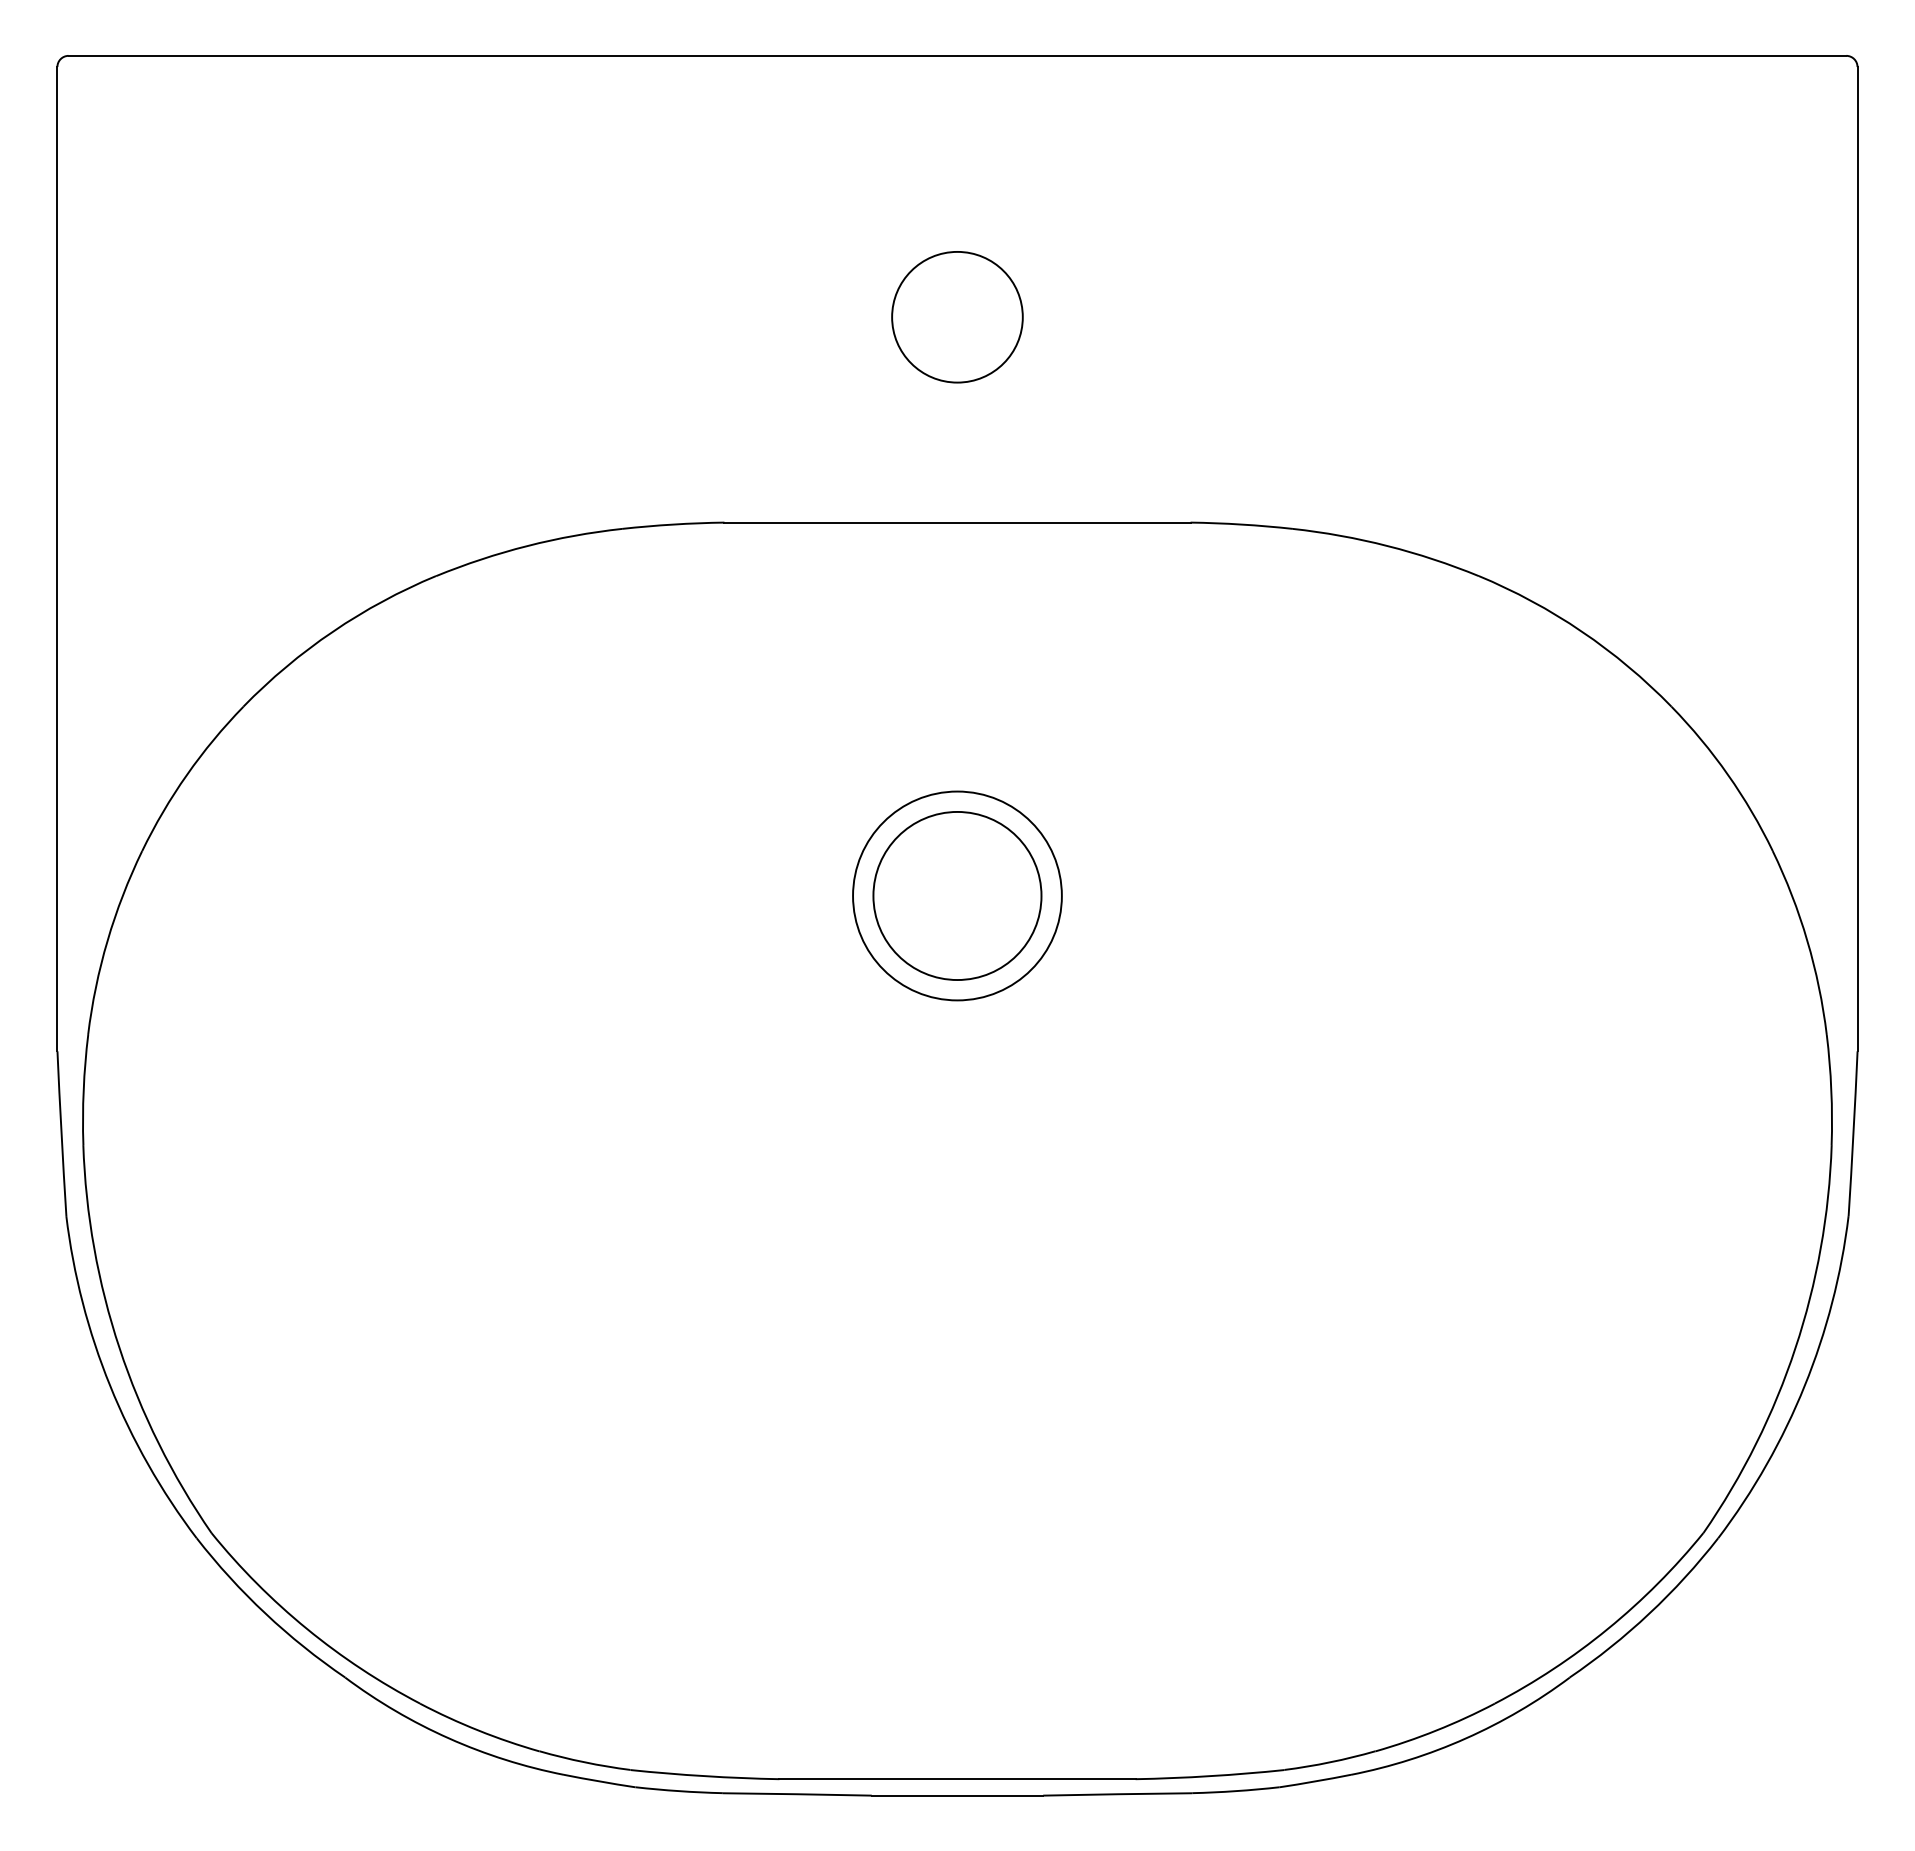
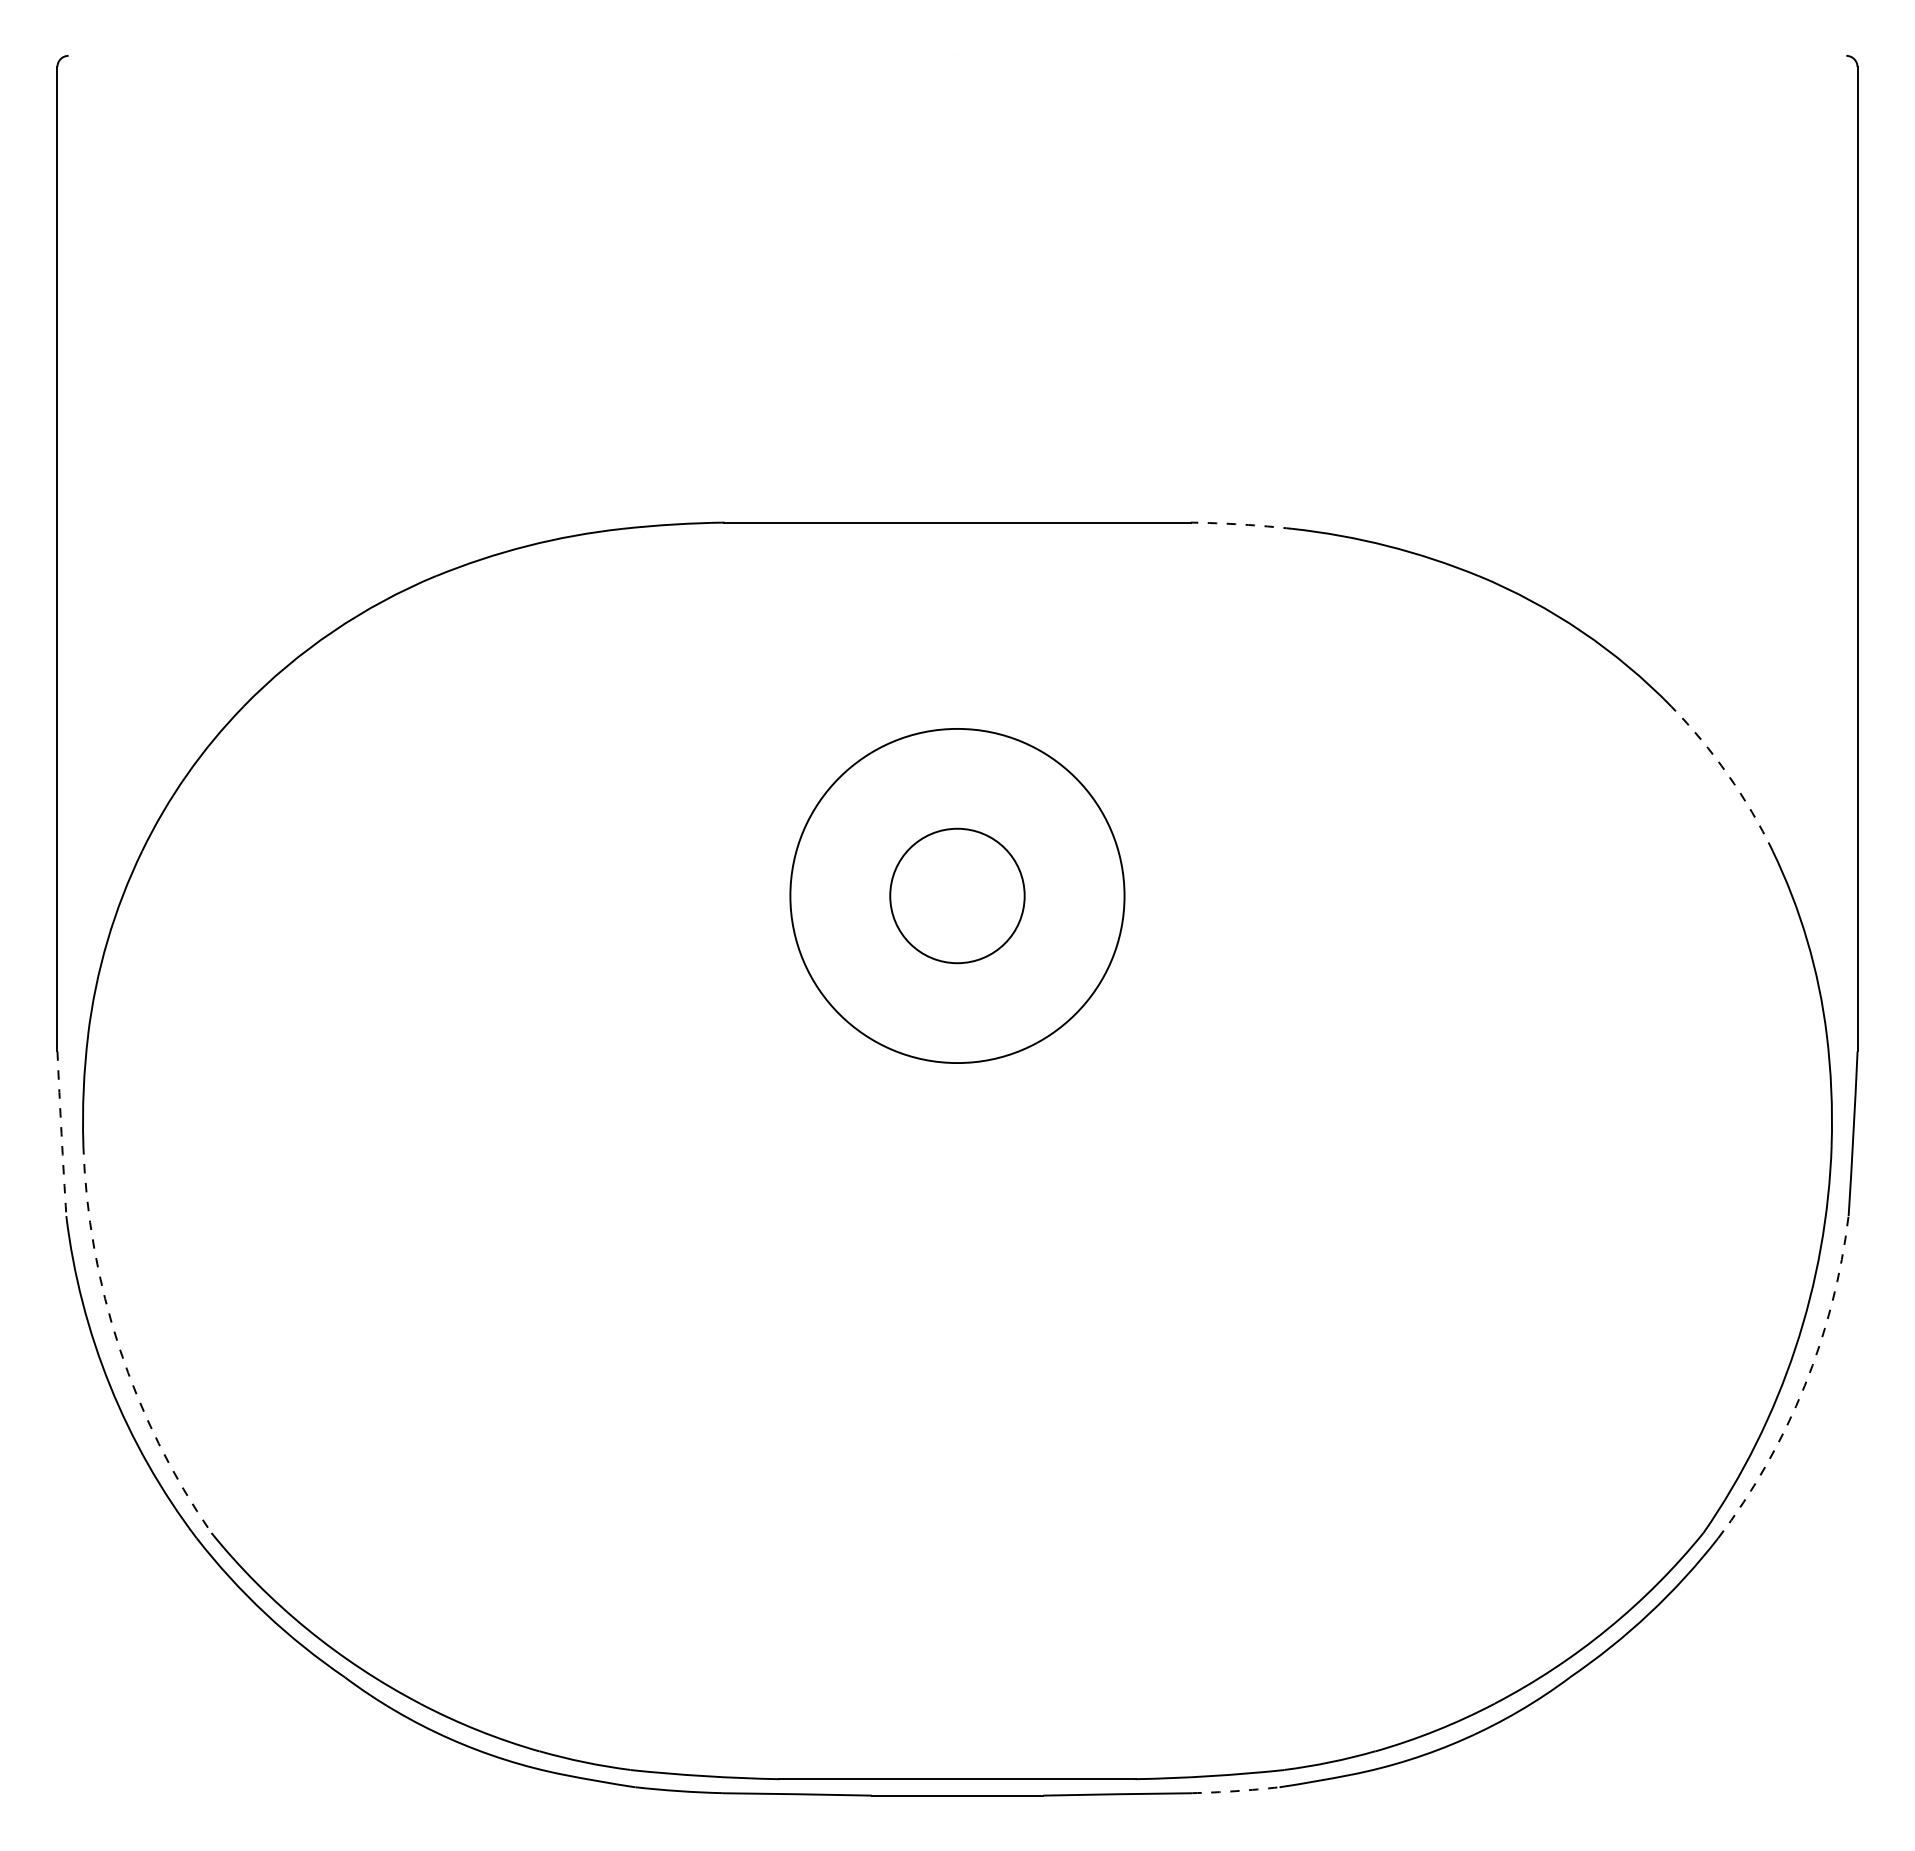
line at (957, 55): present -> none
circle at (957, 317): present -> none
arc at (1241, 524): solid -> dashed
arc at (1728, 774): solid -> dashed
circle at (957, 895) diameter: 168 px -> 134 px
circle at (957, 895) diameter: 209 px -> 334 px
arc at (61, 1133): solid -> dashed
arc at (119, 1348): solid -> dashed
arc at (1804, 1385): solid -> dashed
arc at (1235, 1791): solid -> dashed
